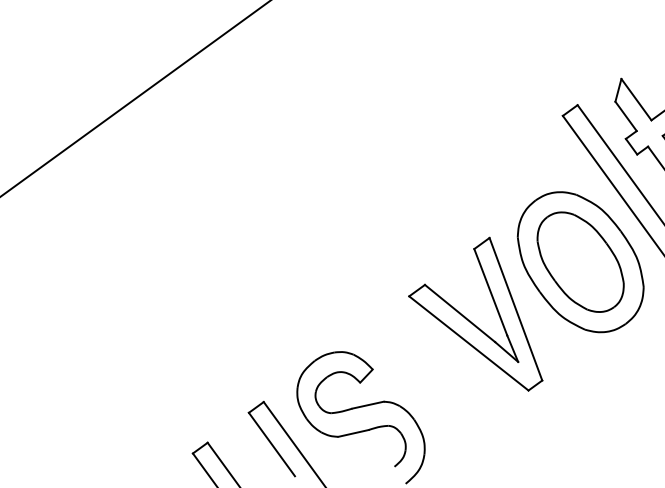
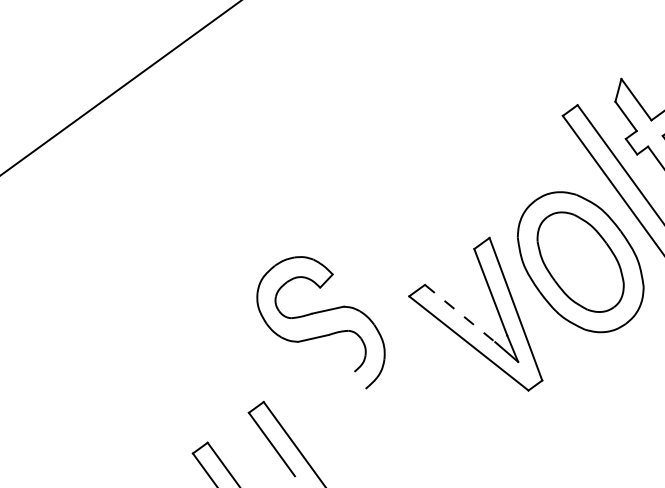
line at (135, 98) position: (135, 98) -> (120, 88)
line at (460, 313): solid -> dashed
part at (358, 408) position: (358, 408) -> (318, 313)
